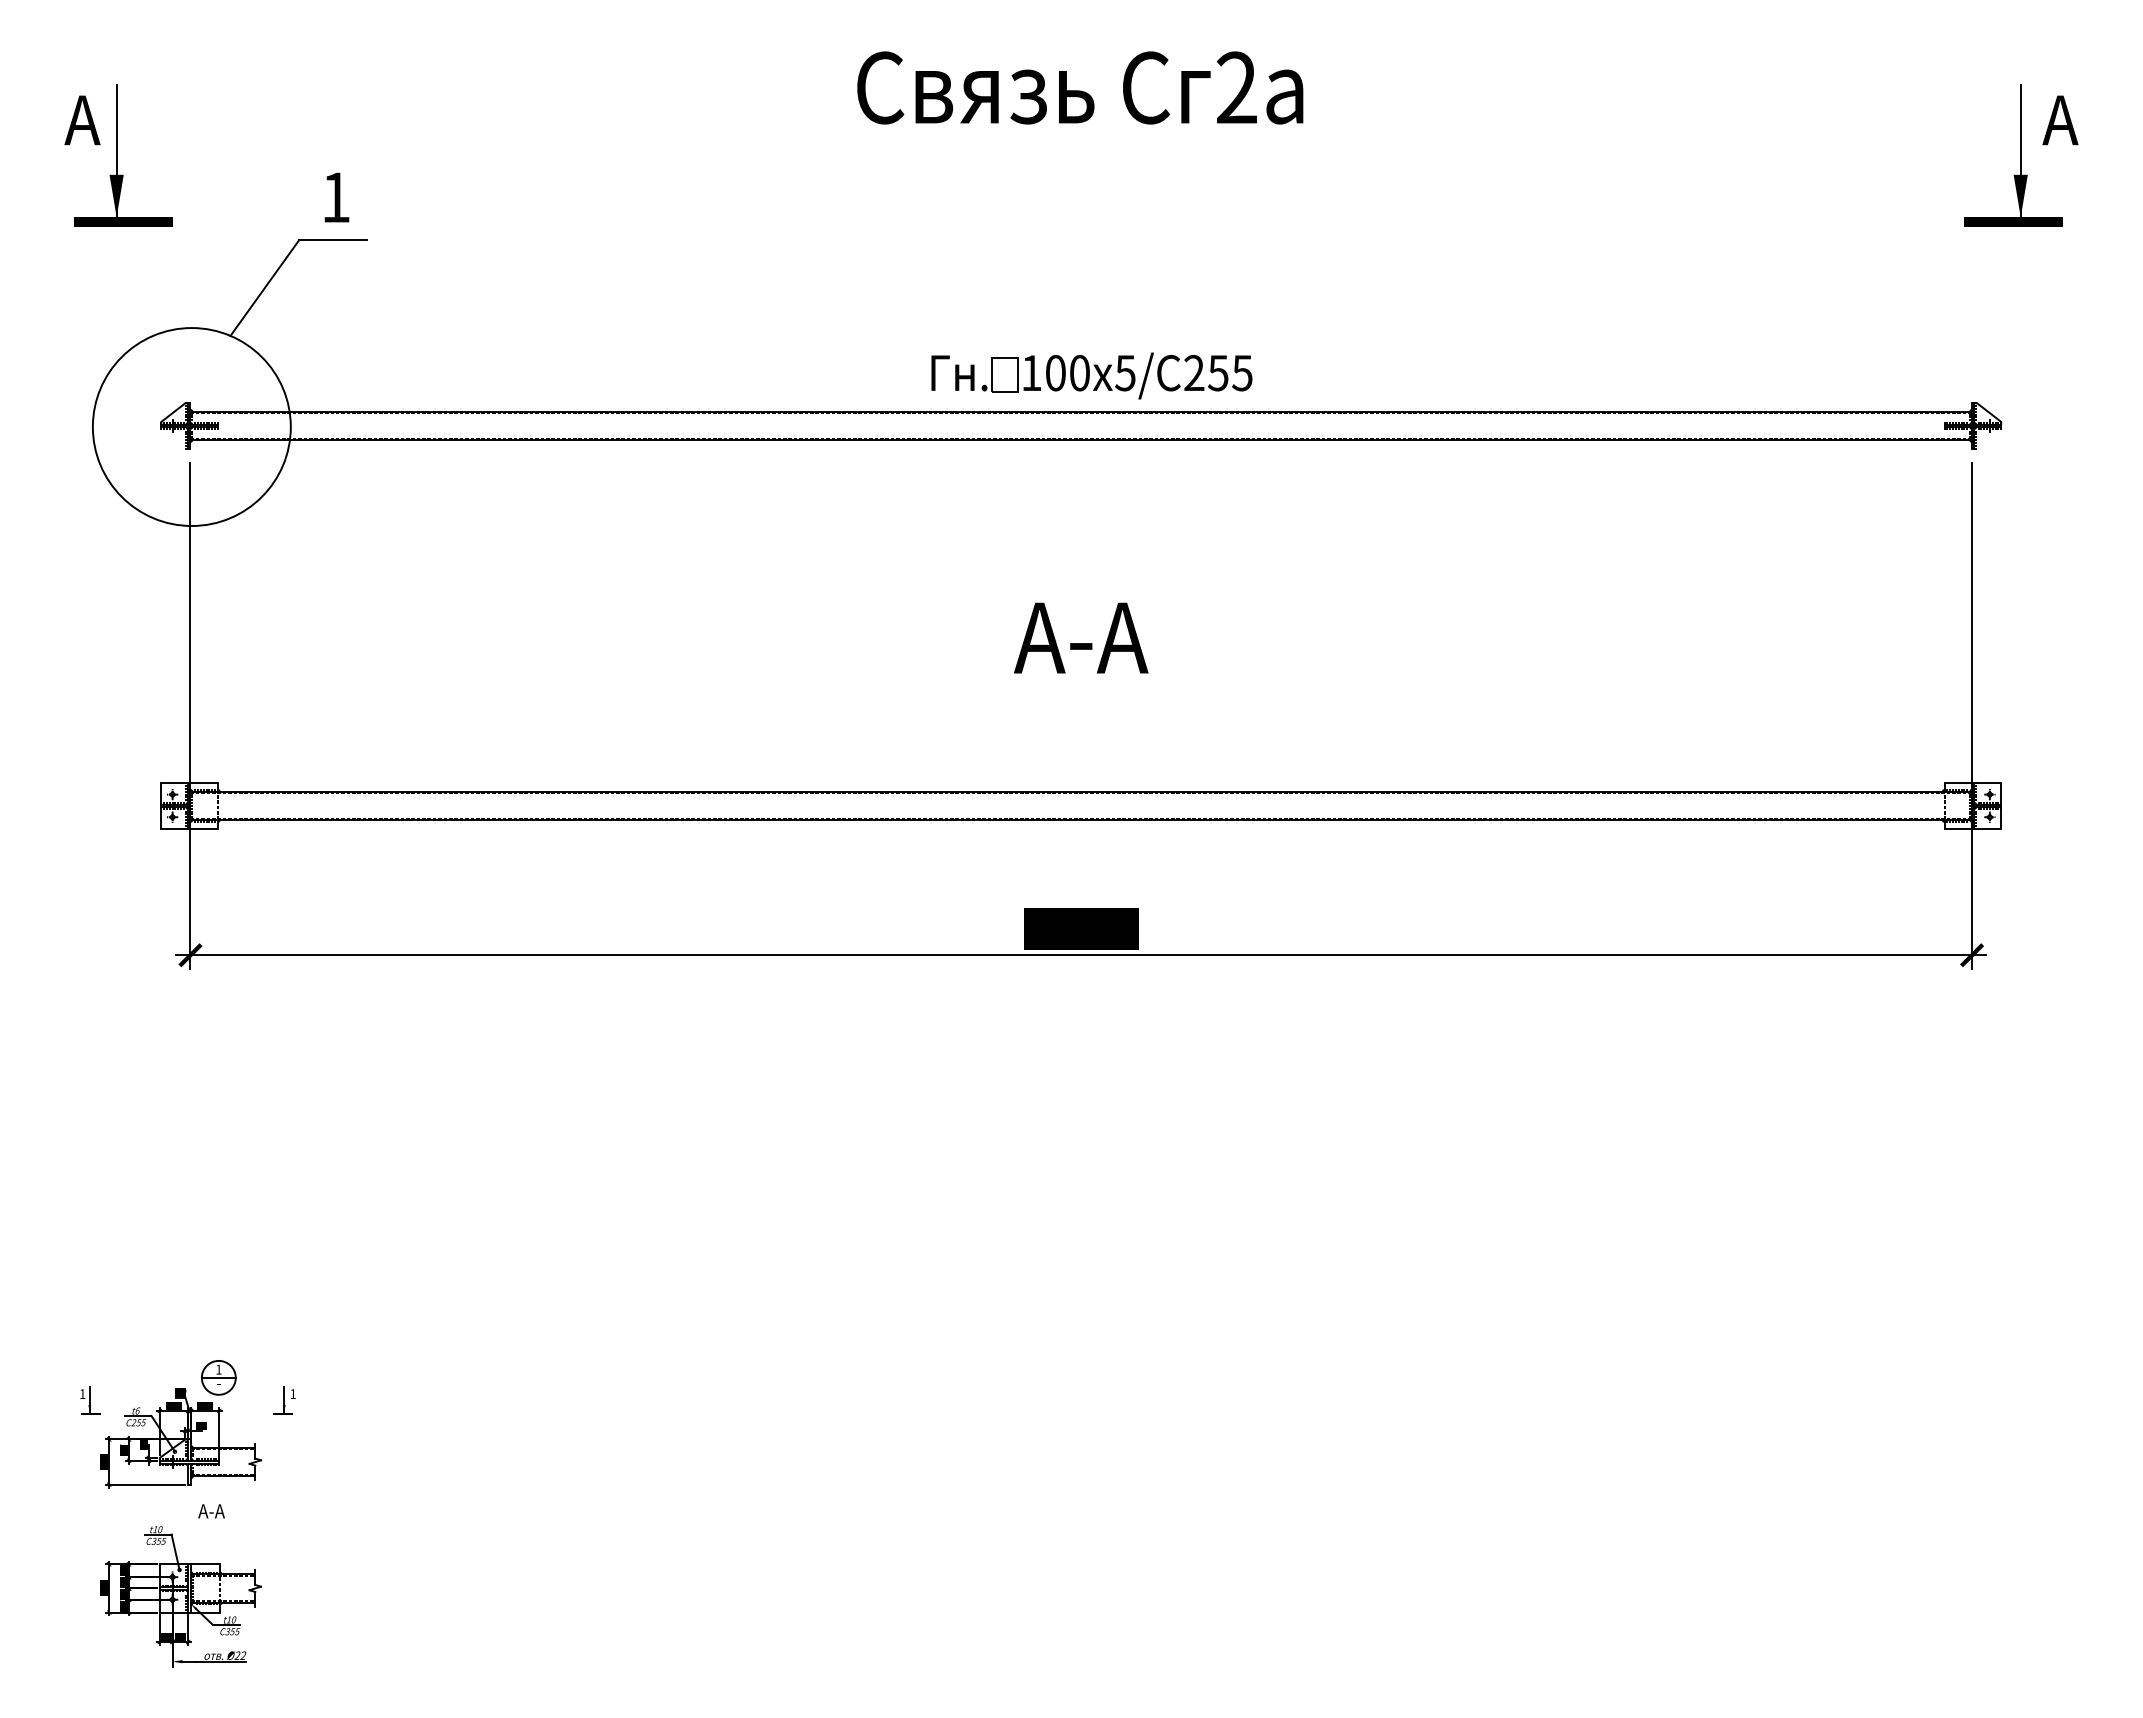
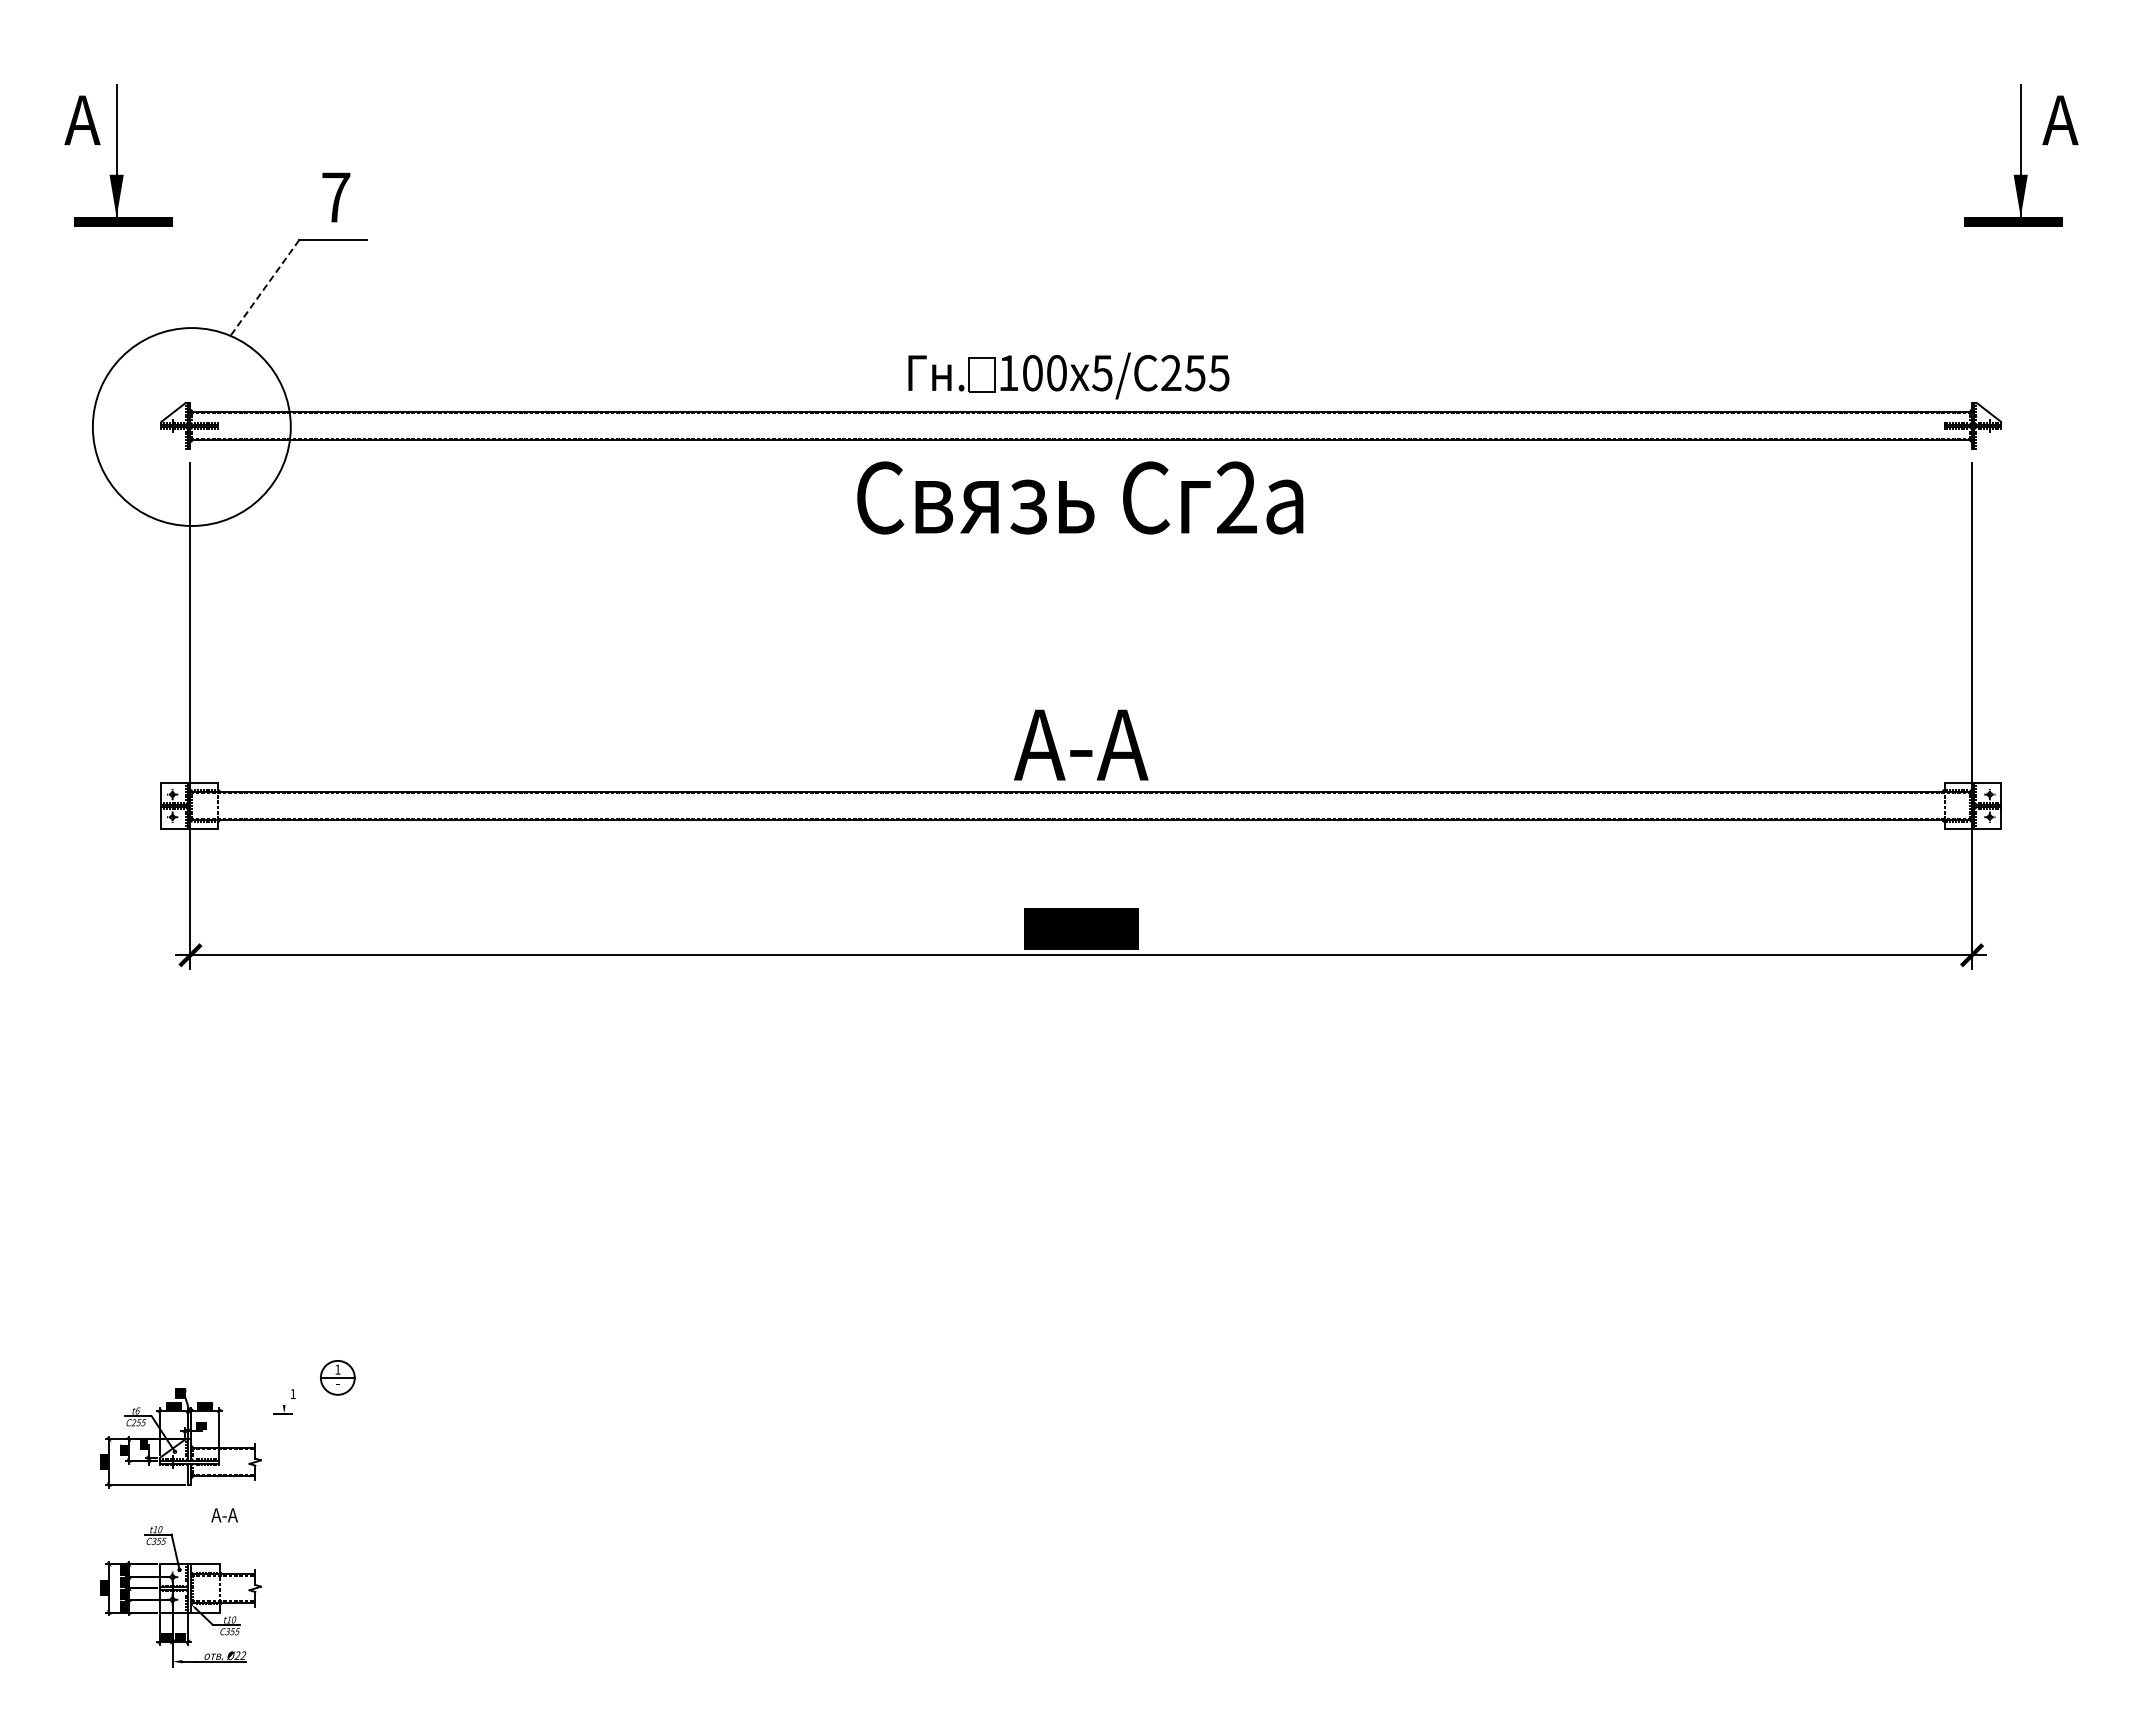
text at (1080, 87) position: (1080, 87) -> (1080, 497)
text at (336, 197): 1 -> 7
line at (264, 287): solid -> dashed
part at (1091, 375) position: (1091, 375) -> (1068, 375)
text at (1081, 637) position: (1081, 637) -> (1081, 744)
part at (218, 1377) position: (218, 1377) -> (337, 1377)
part at (90, 1400): present -> none
line at (284, 1400): present -> none
text at (211, 1511) position: (211, 1511) -> (224, 1515)
